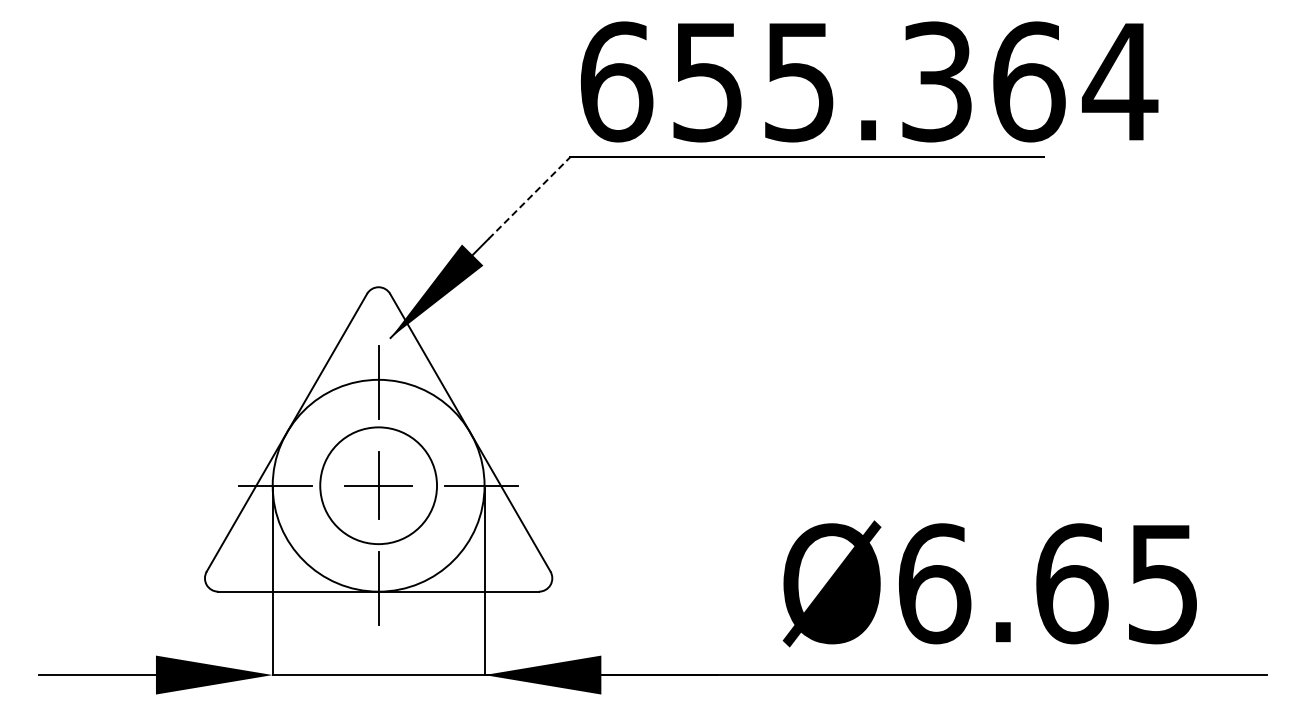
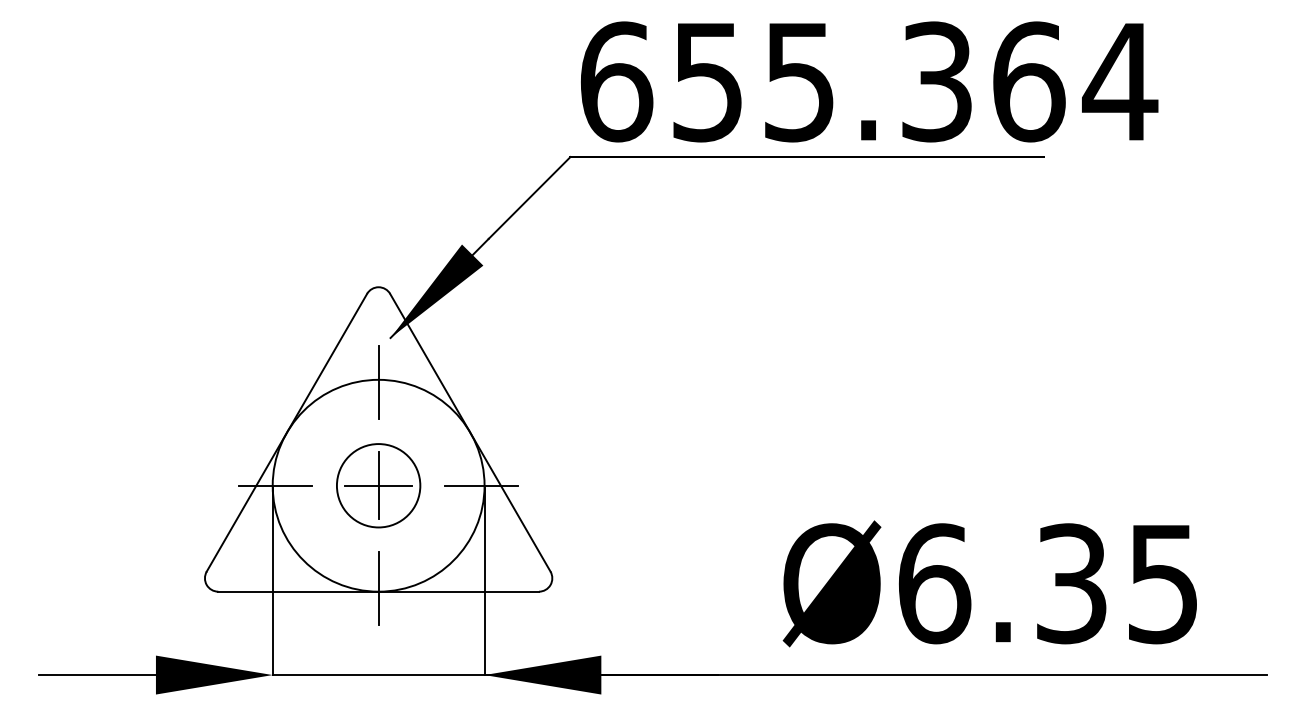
line at (529, 197): dashed -> solid
circle at (378, 485) diameter: 117 px -> 83 px
text at (1072, 583): Ø6.65 -> Ø6.35
